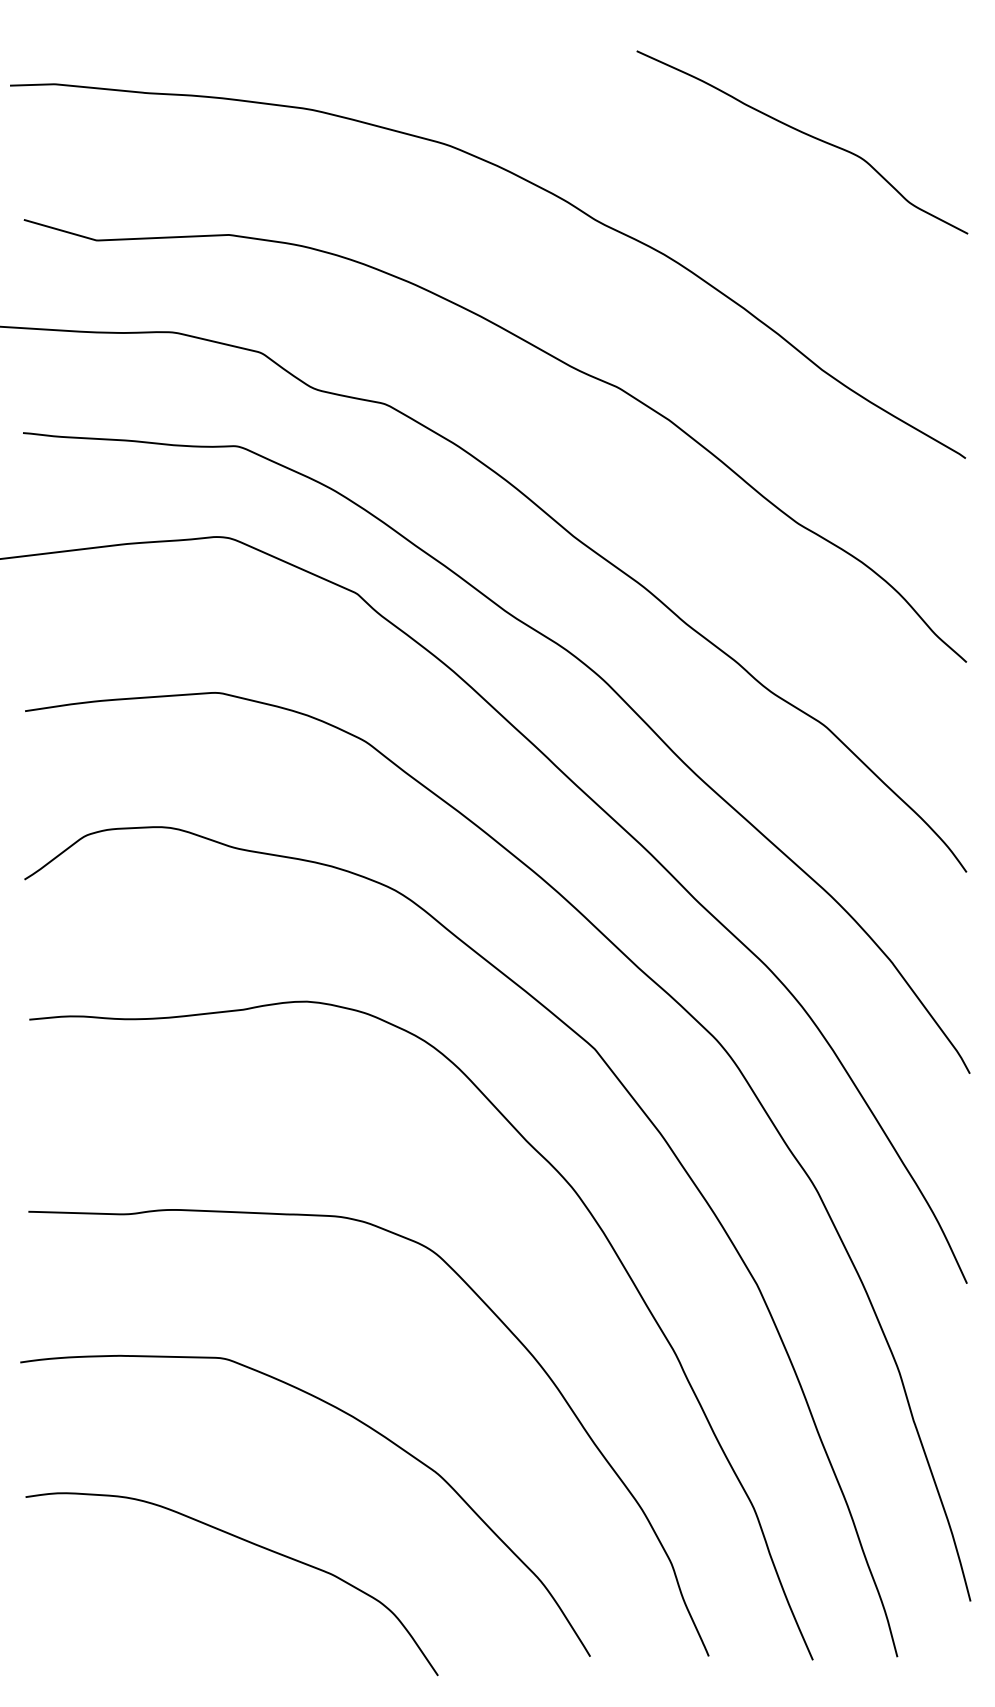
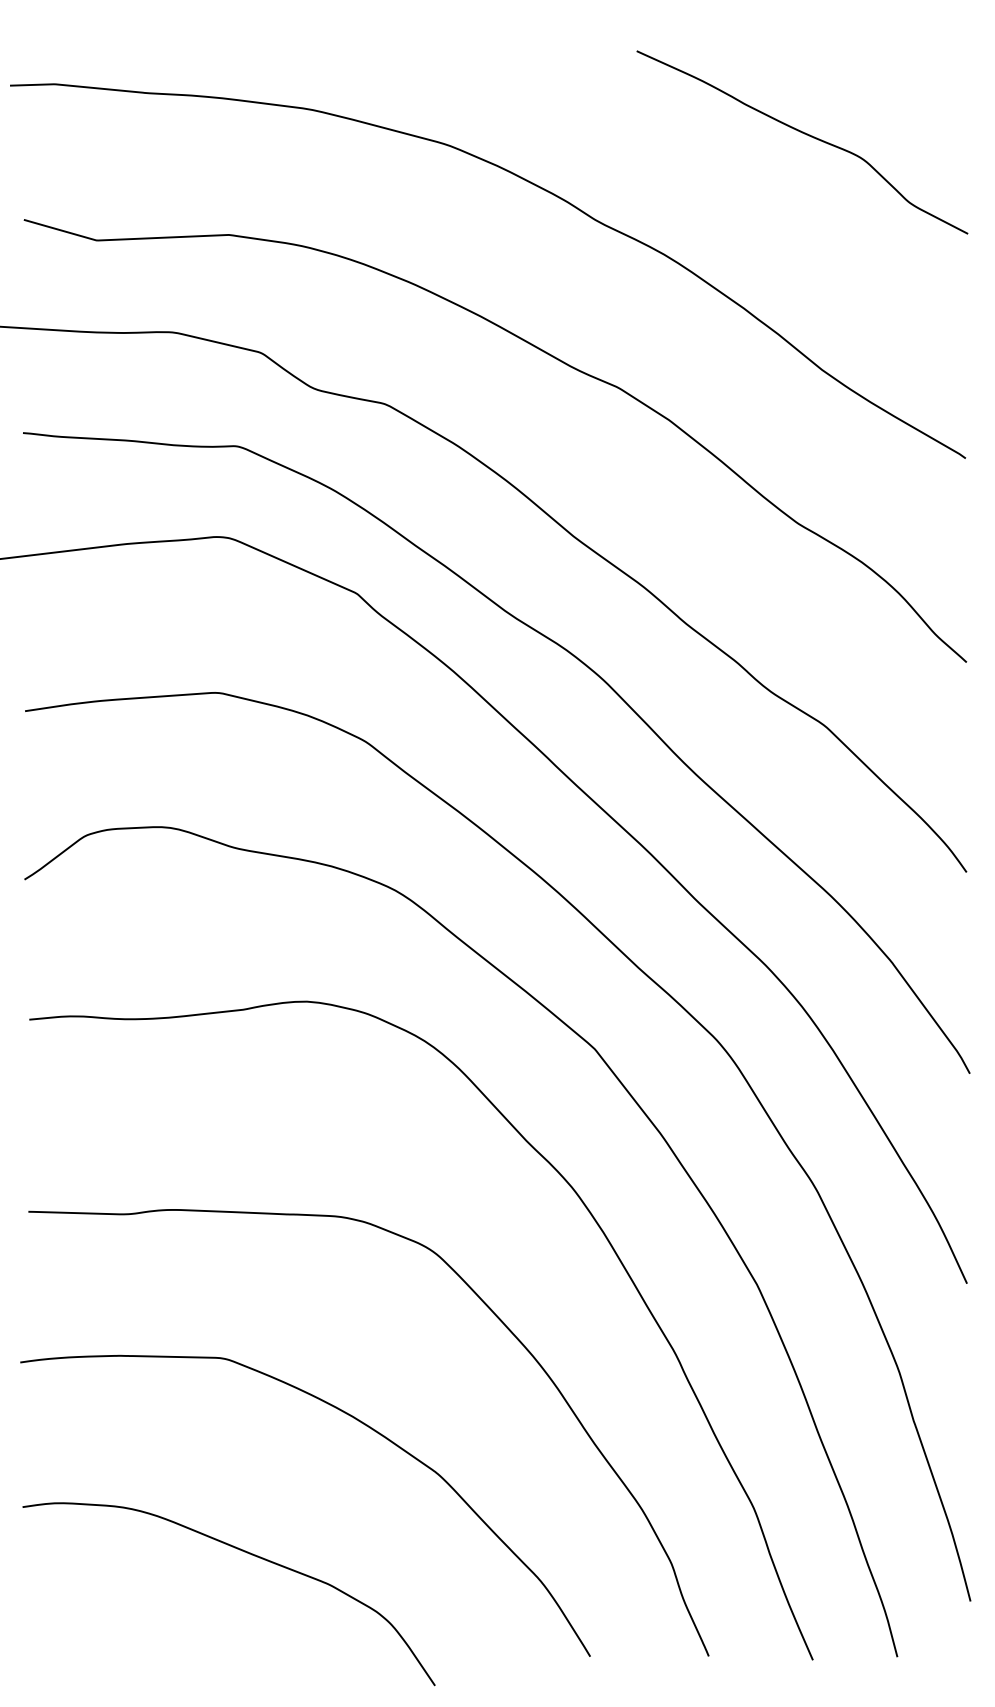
curve at (247, 1542) position: (247, 1542) -> (244, 1552)
